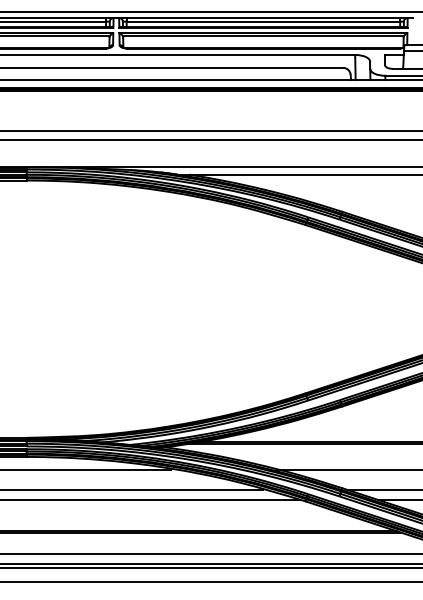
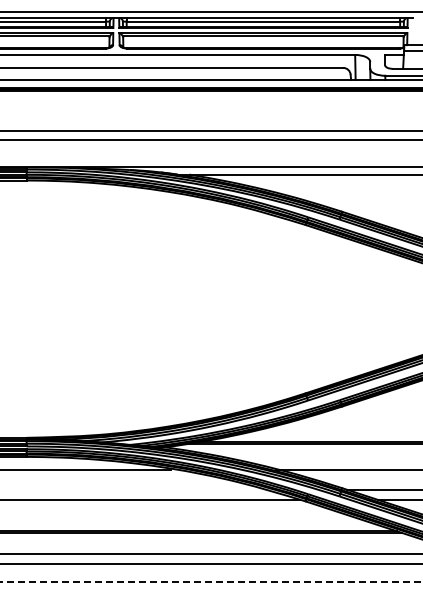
line at (132, 489): present -> none
line at (210, 568): present -> none
line at (211, 581): solid -> dashed
